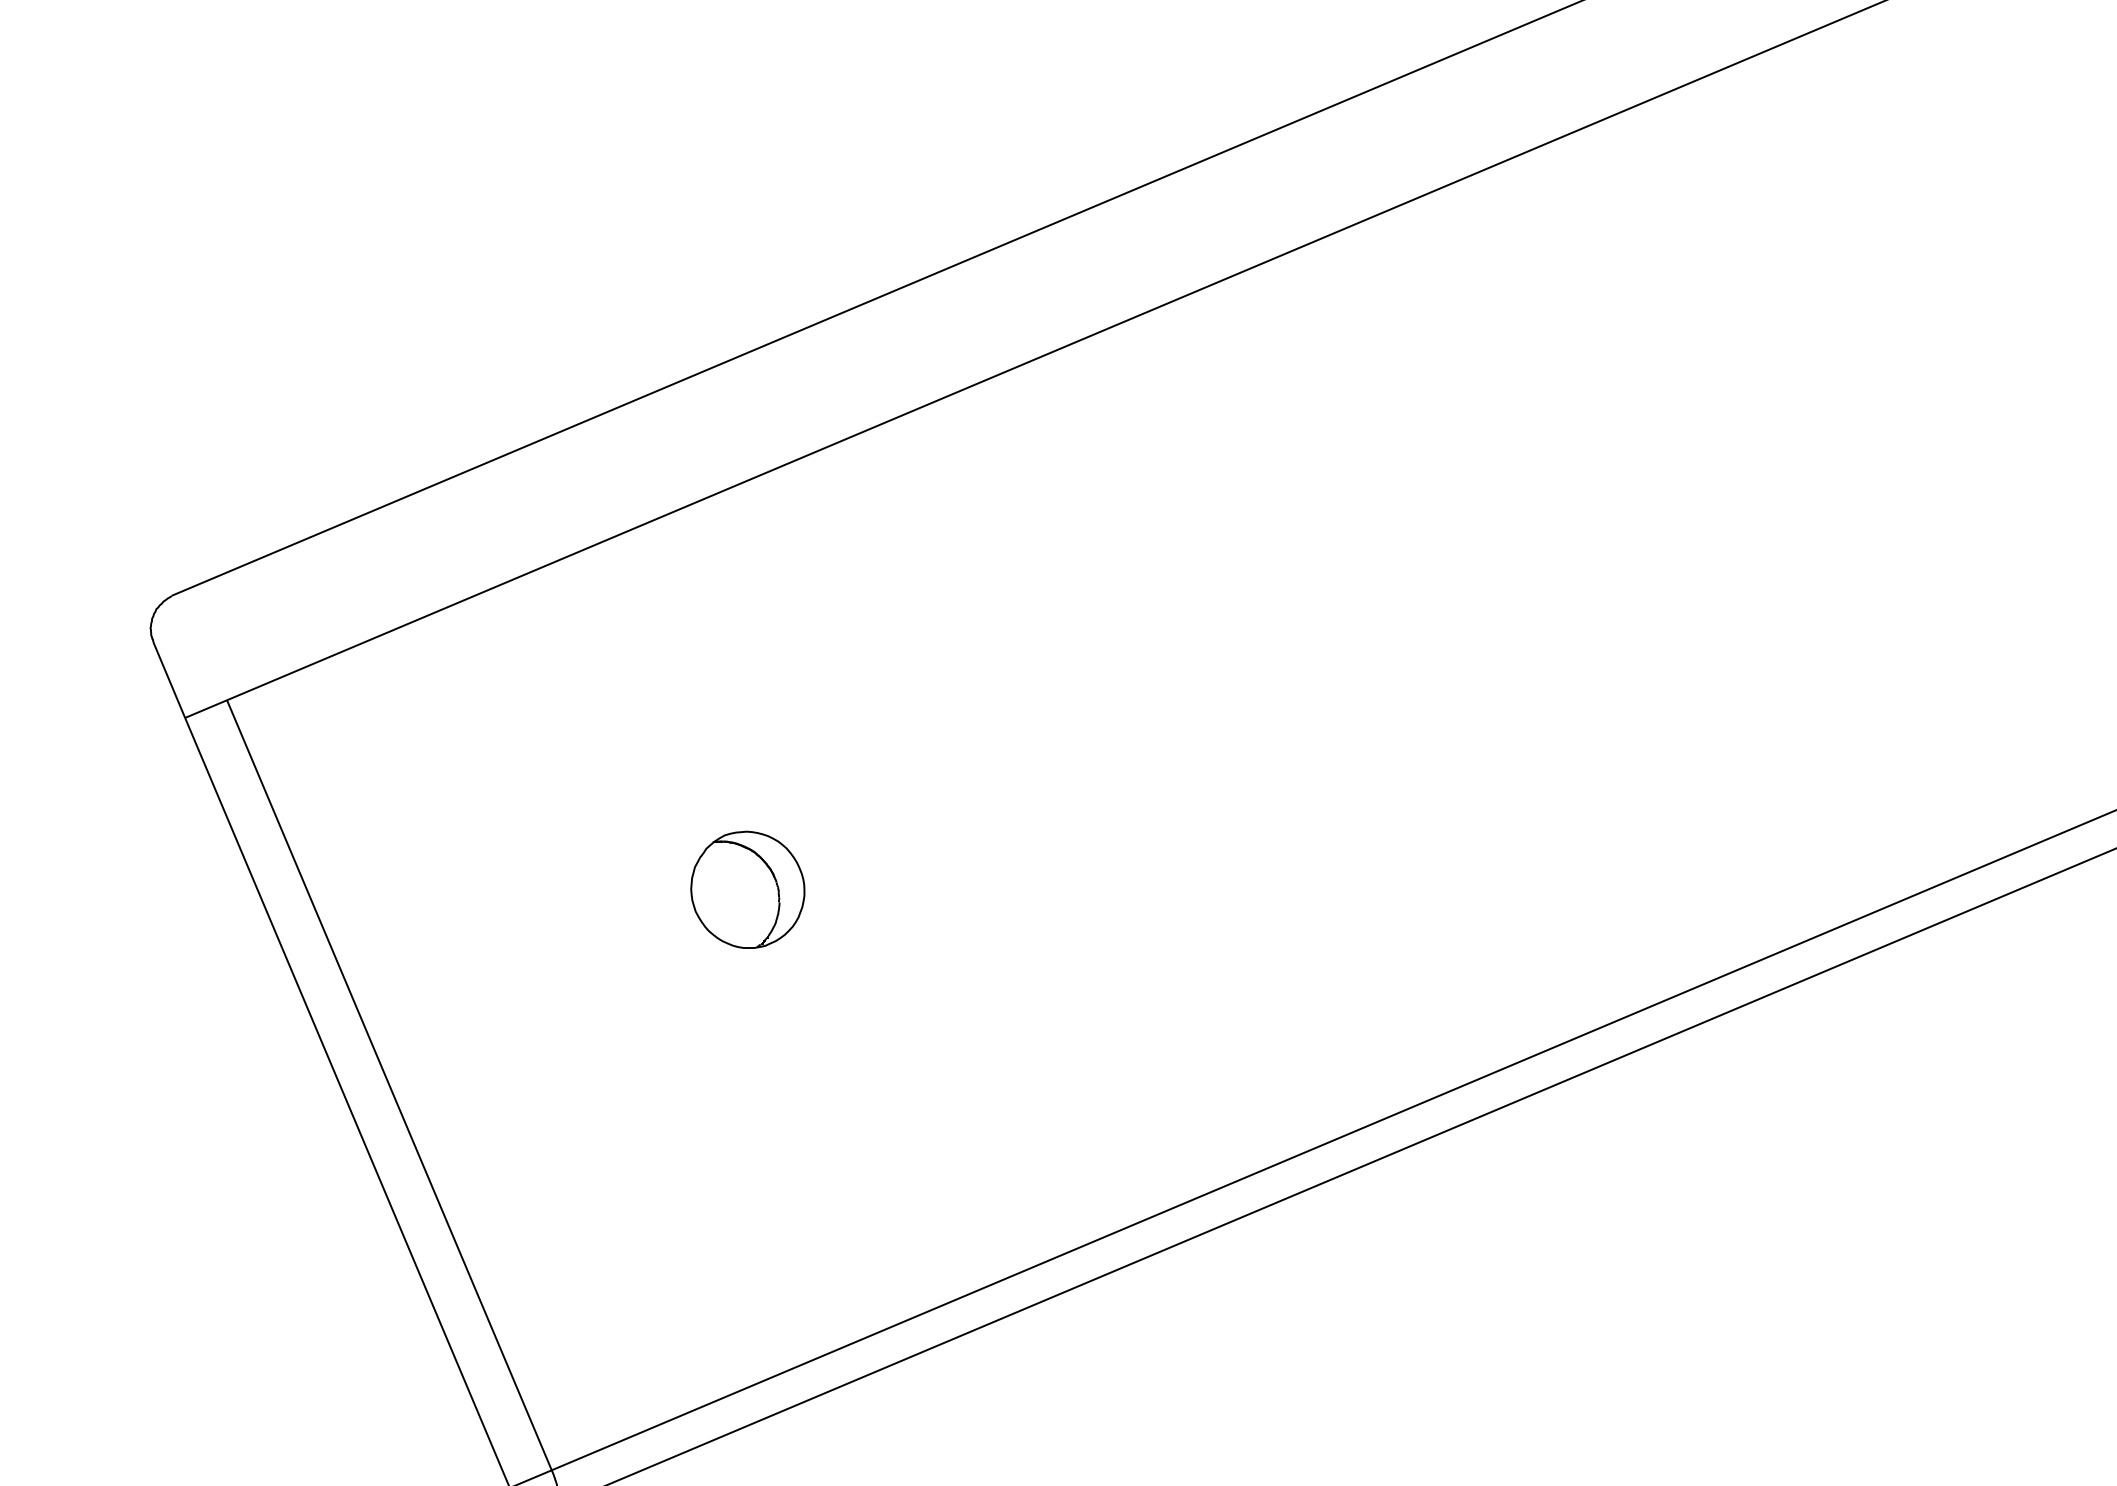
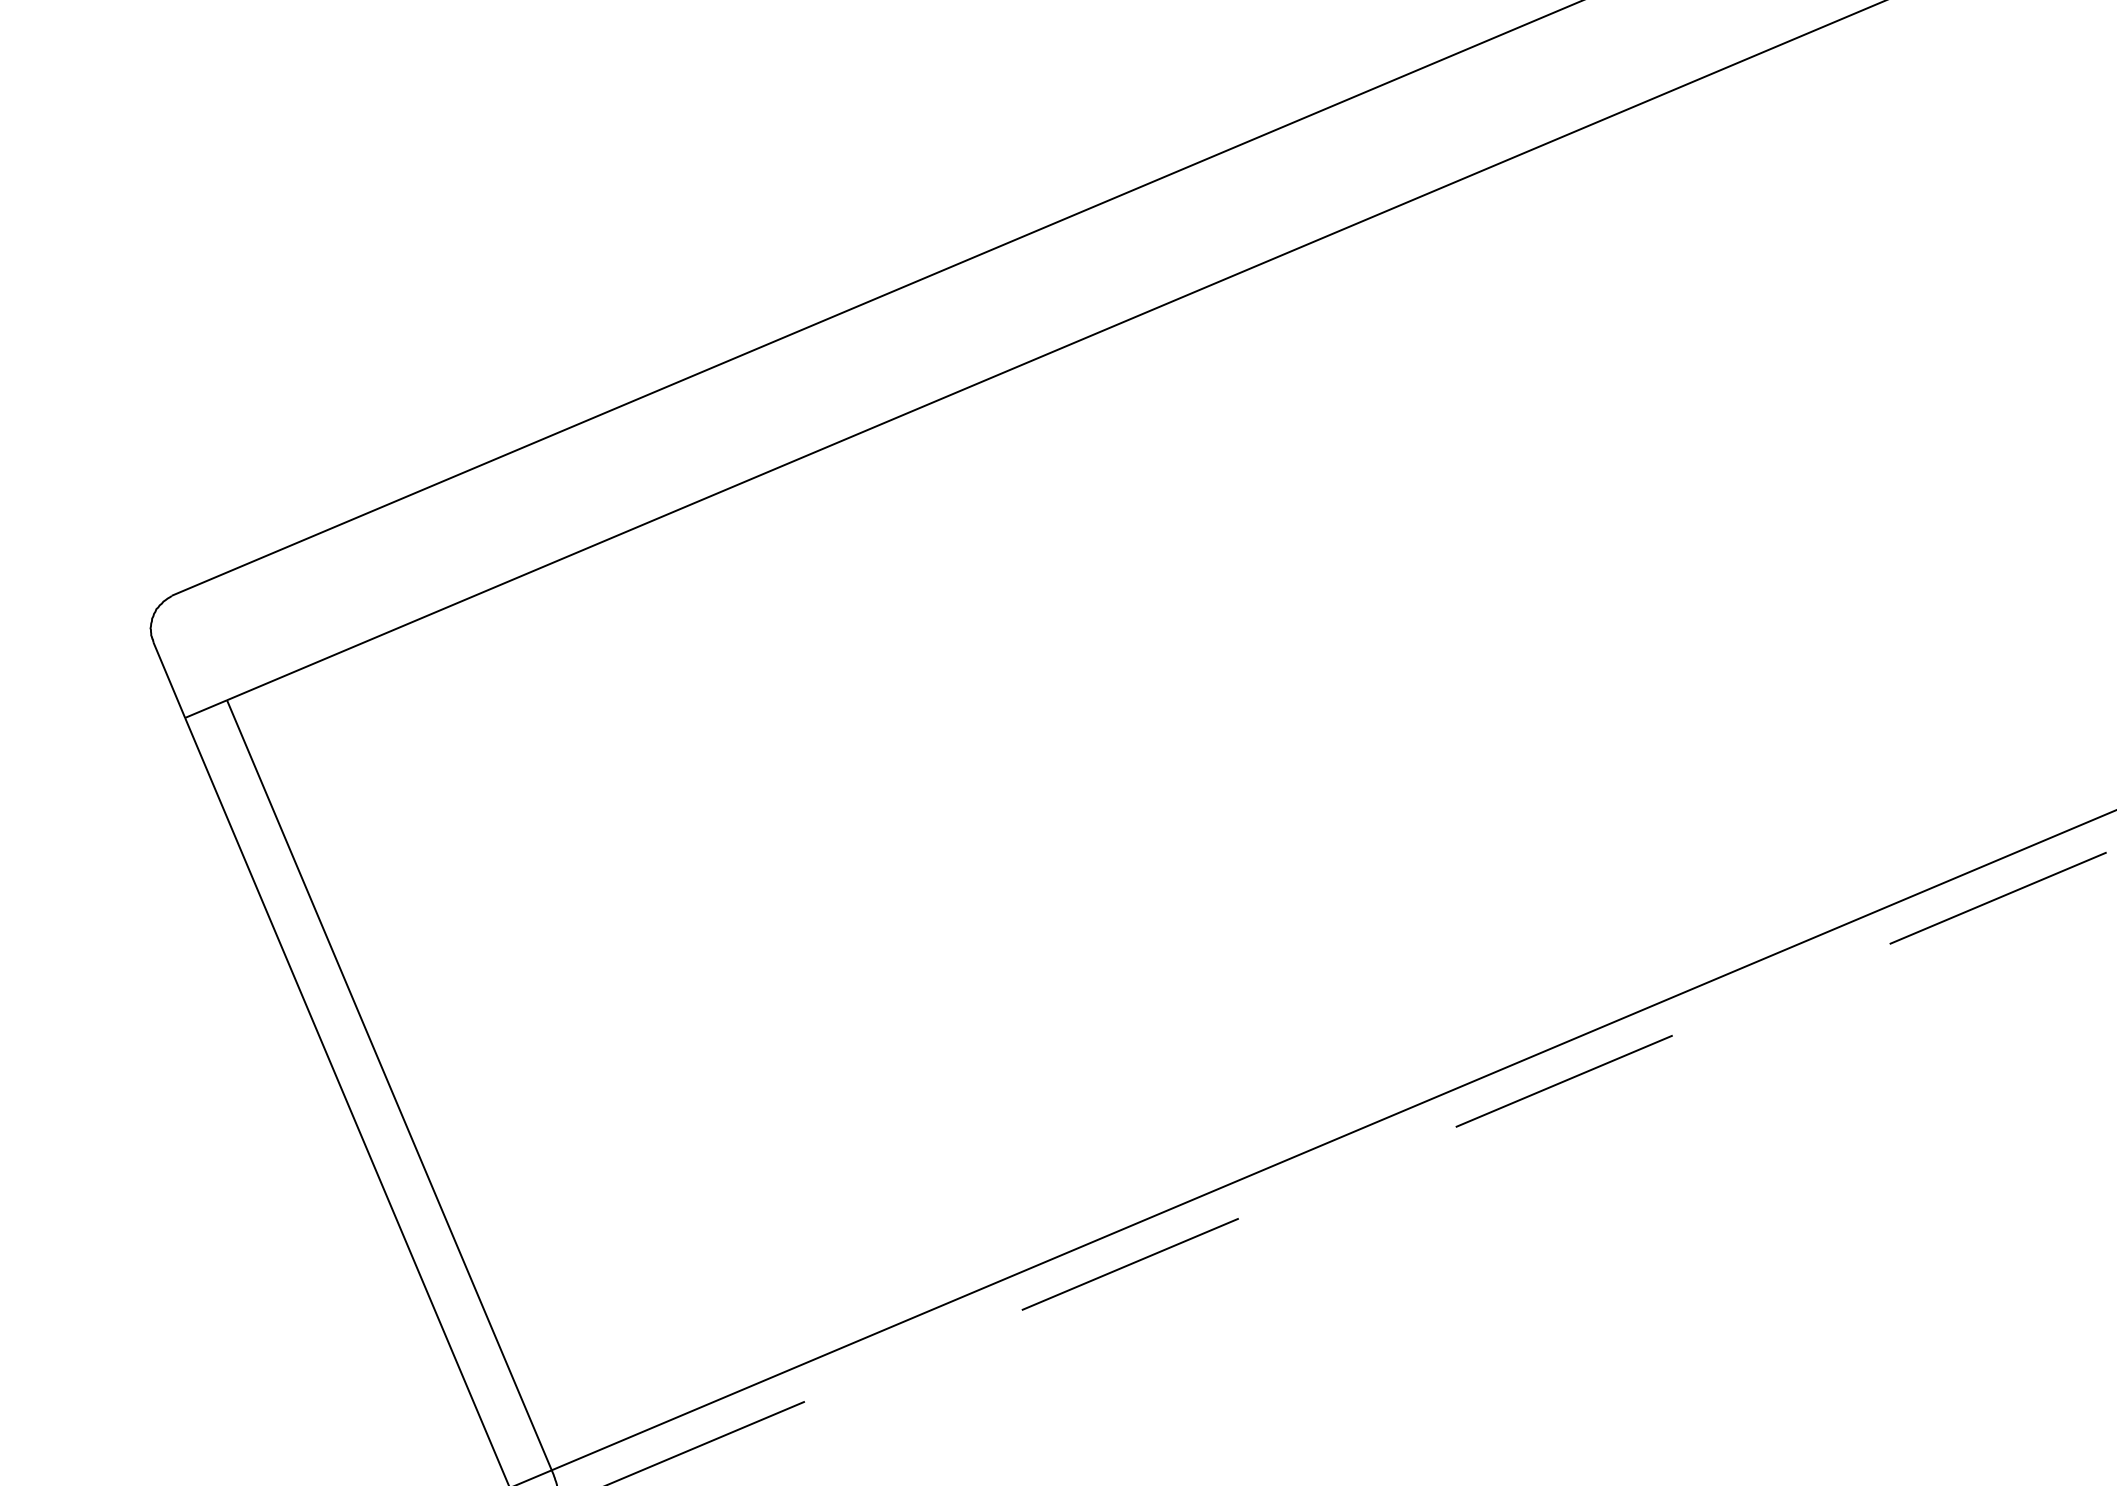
part at (747, 889): present -> none
line at (1360, 1167): solid -> dashed
